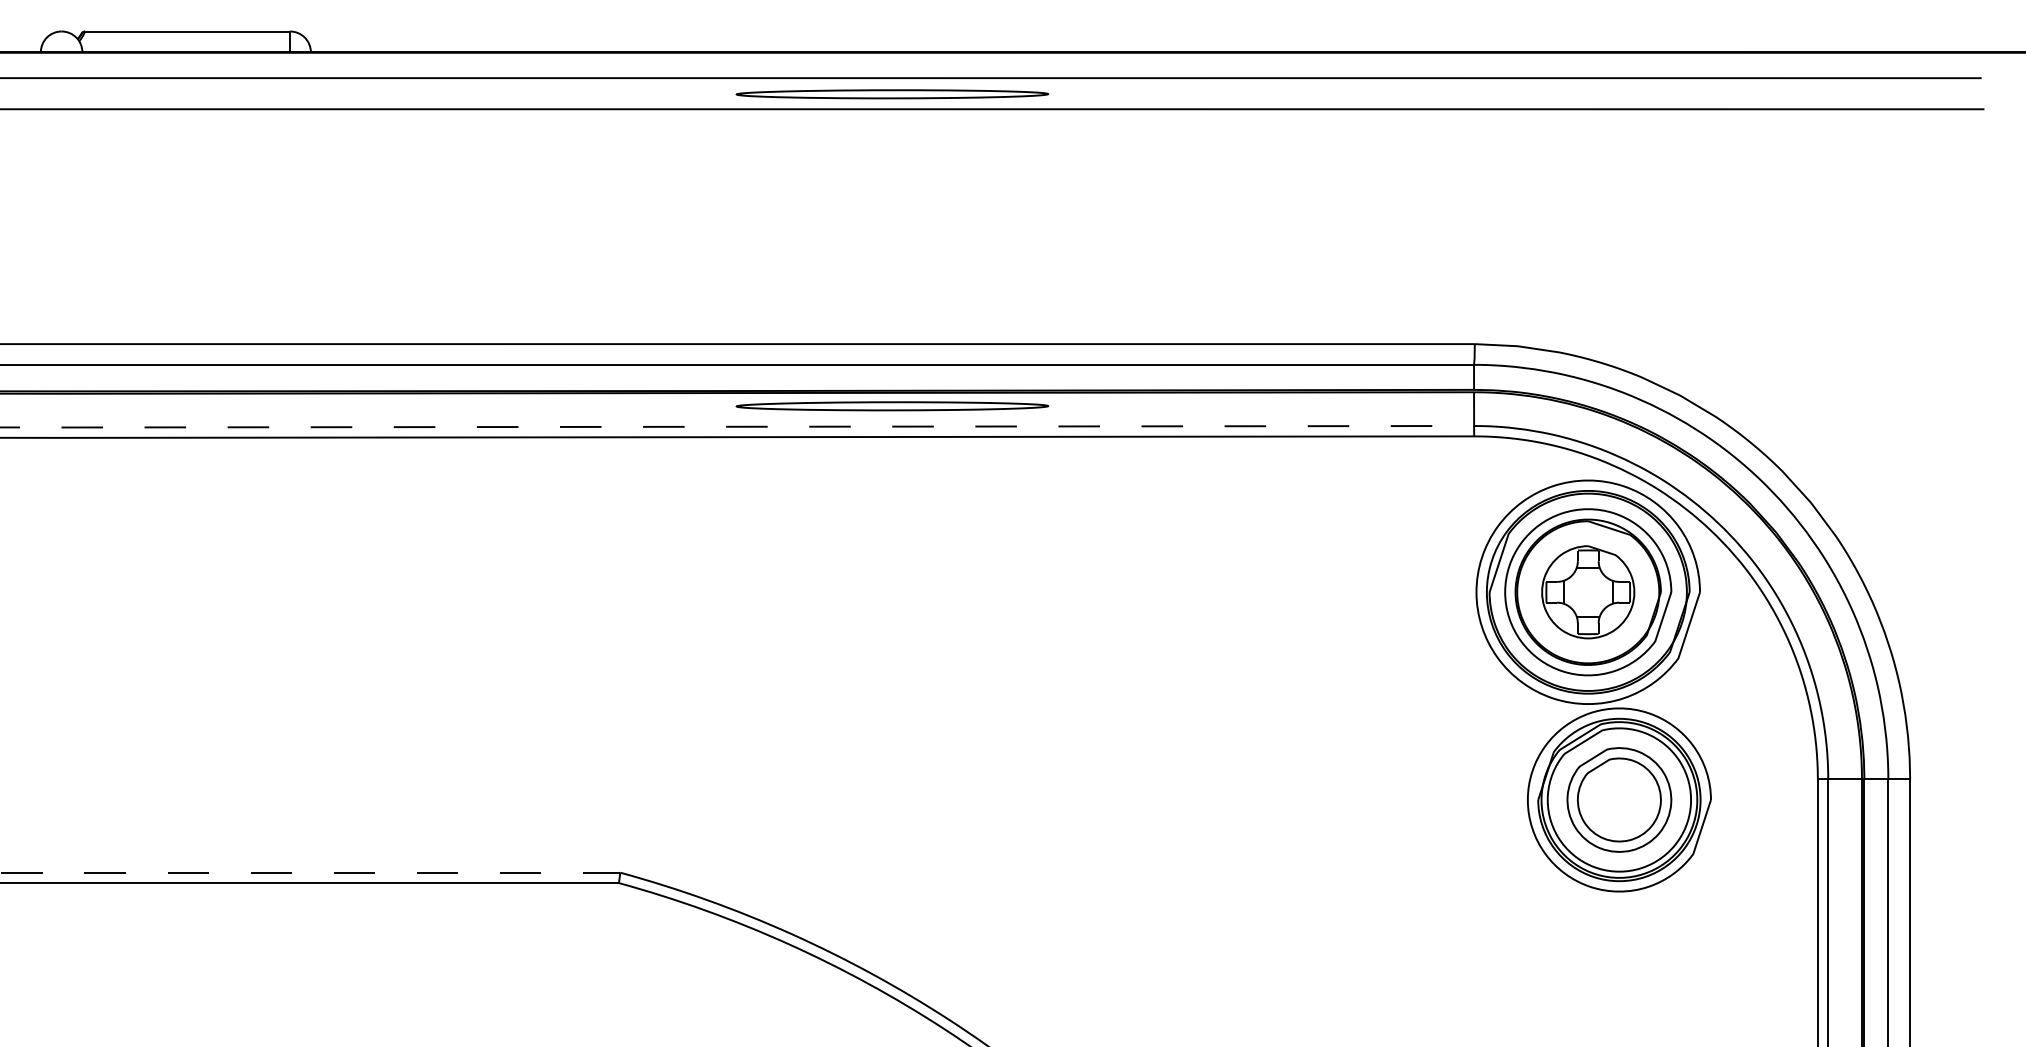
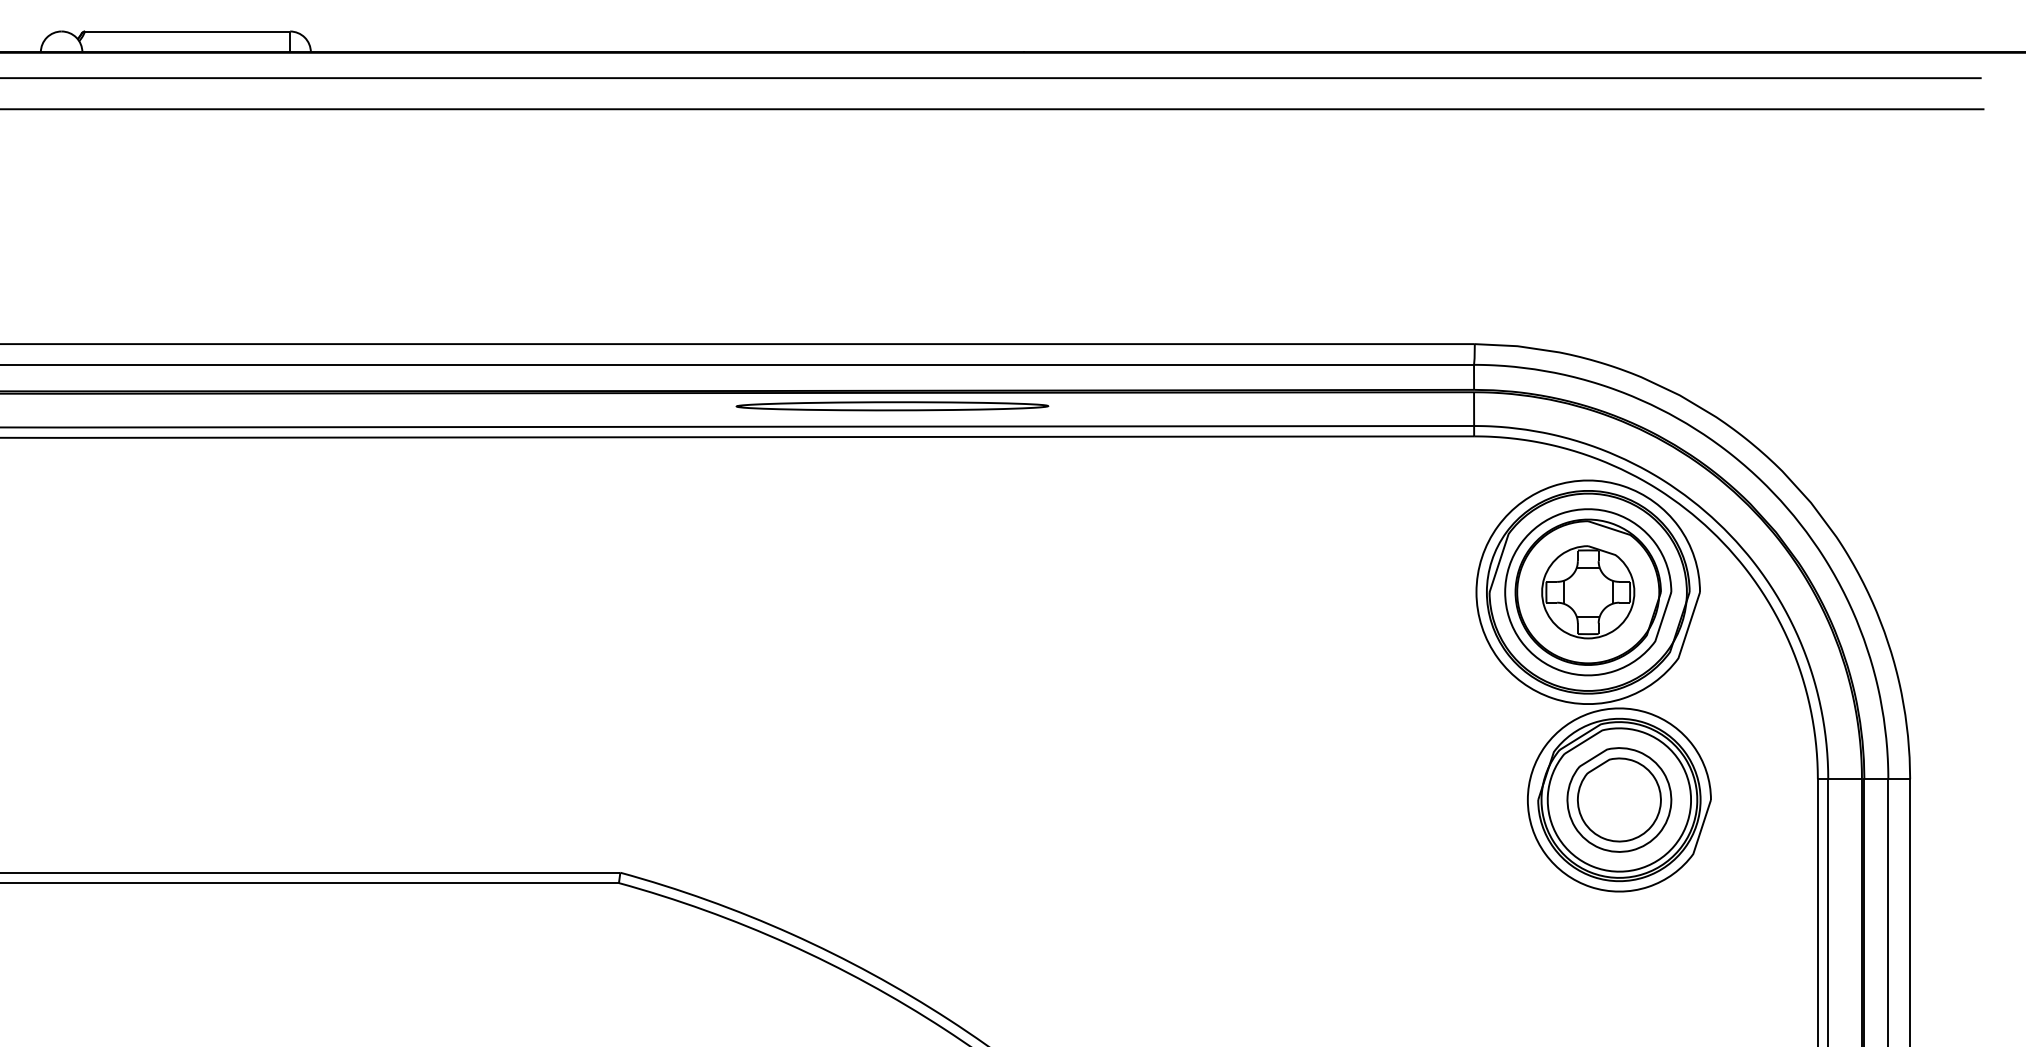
part at (892, 94): present -> none
line at (737, 426): dashed -> solid
line at (310, 872): dashed -> solid
